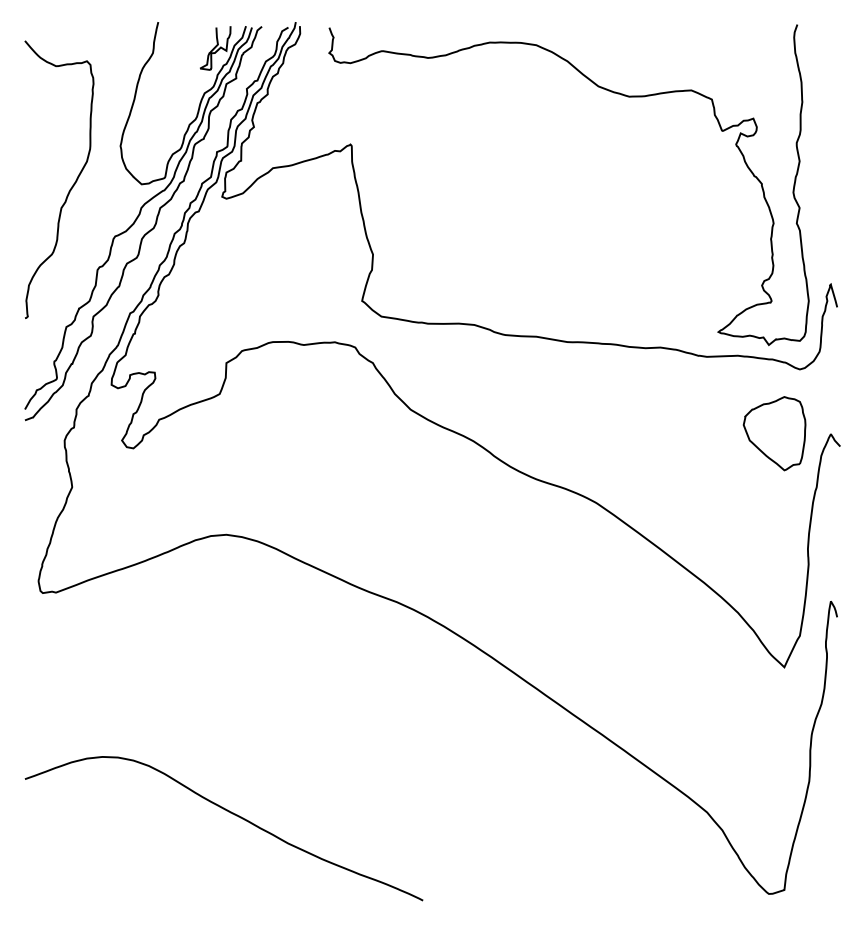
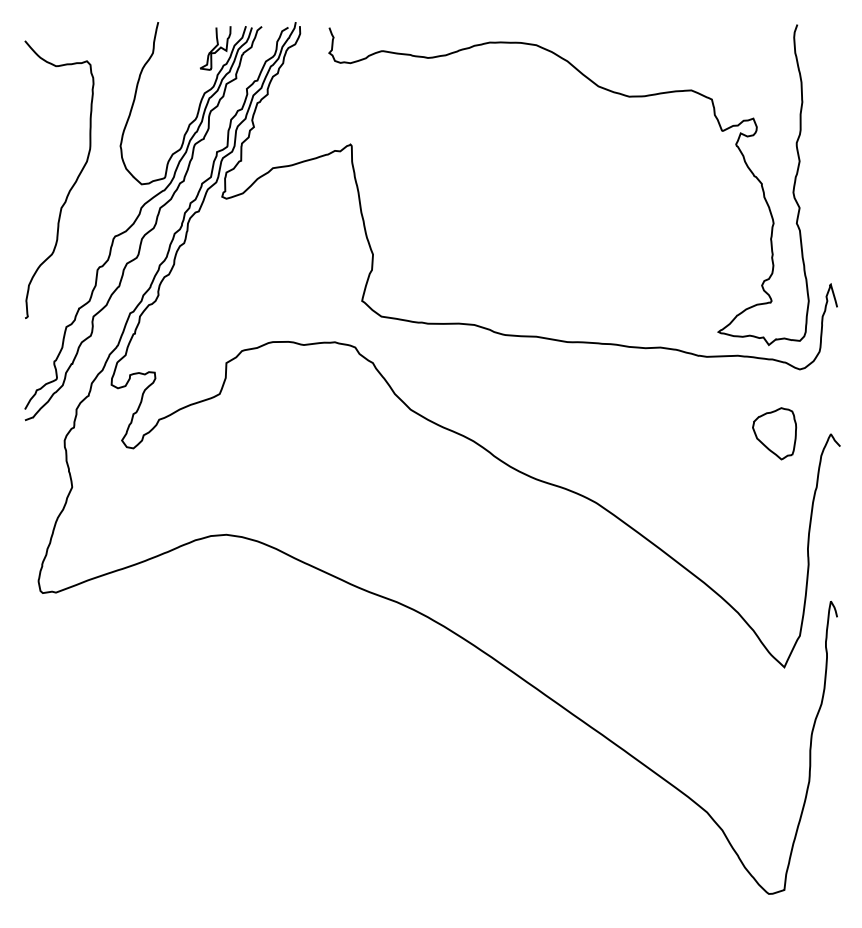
part at (774, 433) size: 65x76 px -> 46x54 px
curve at (230, 813): present -> none
